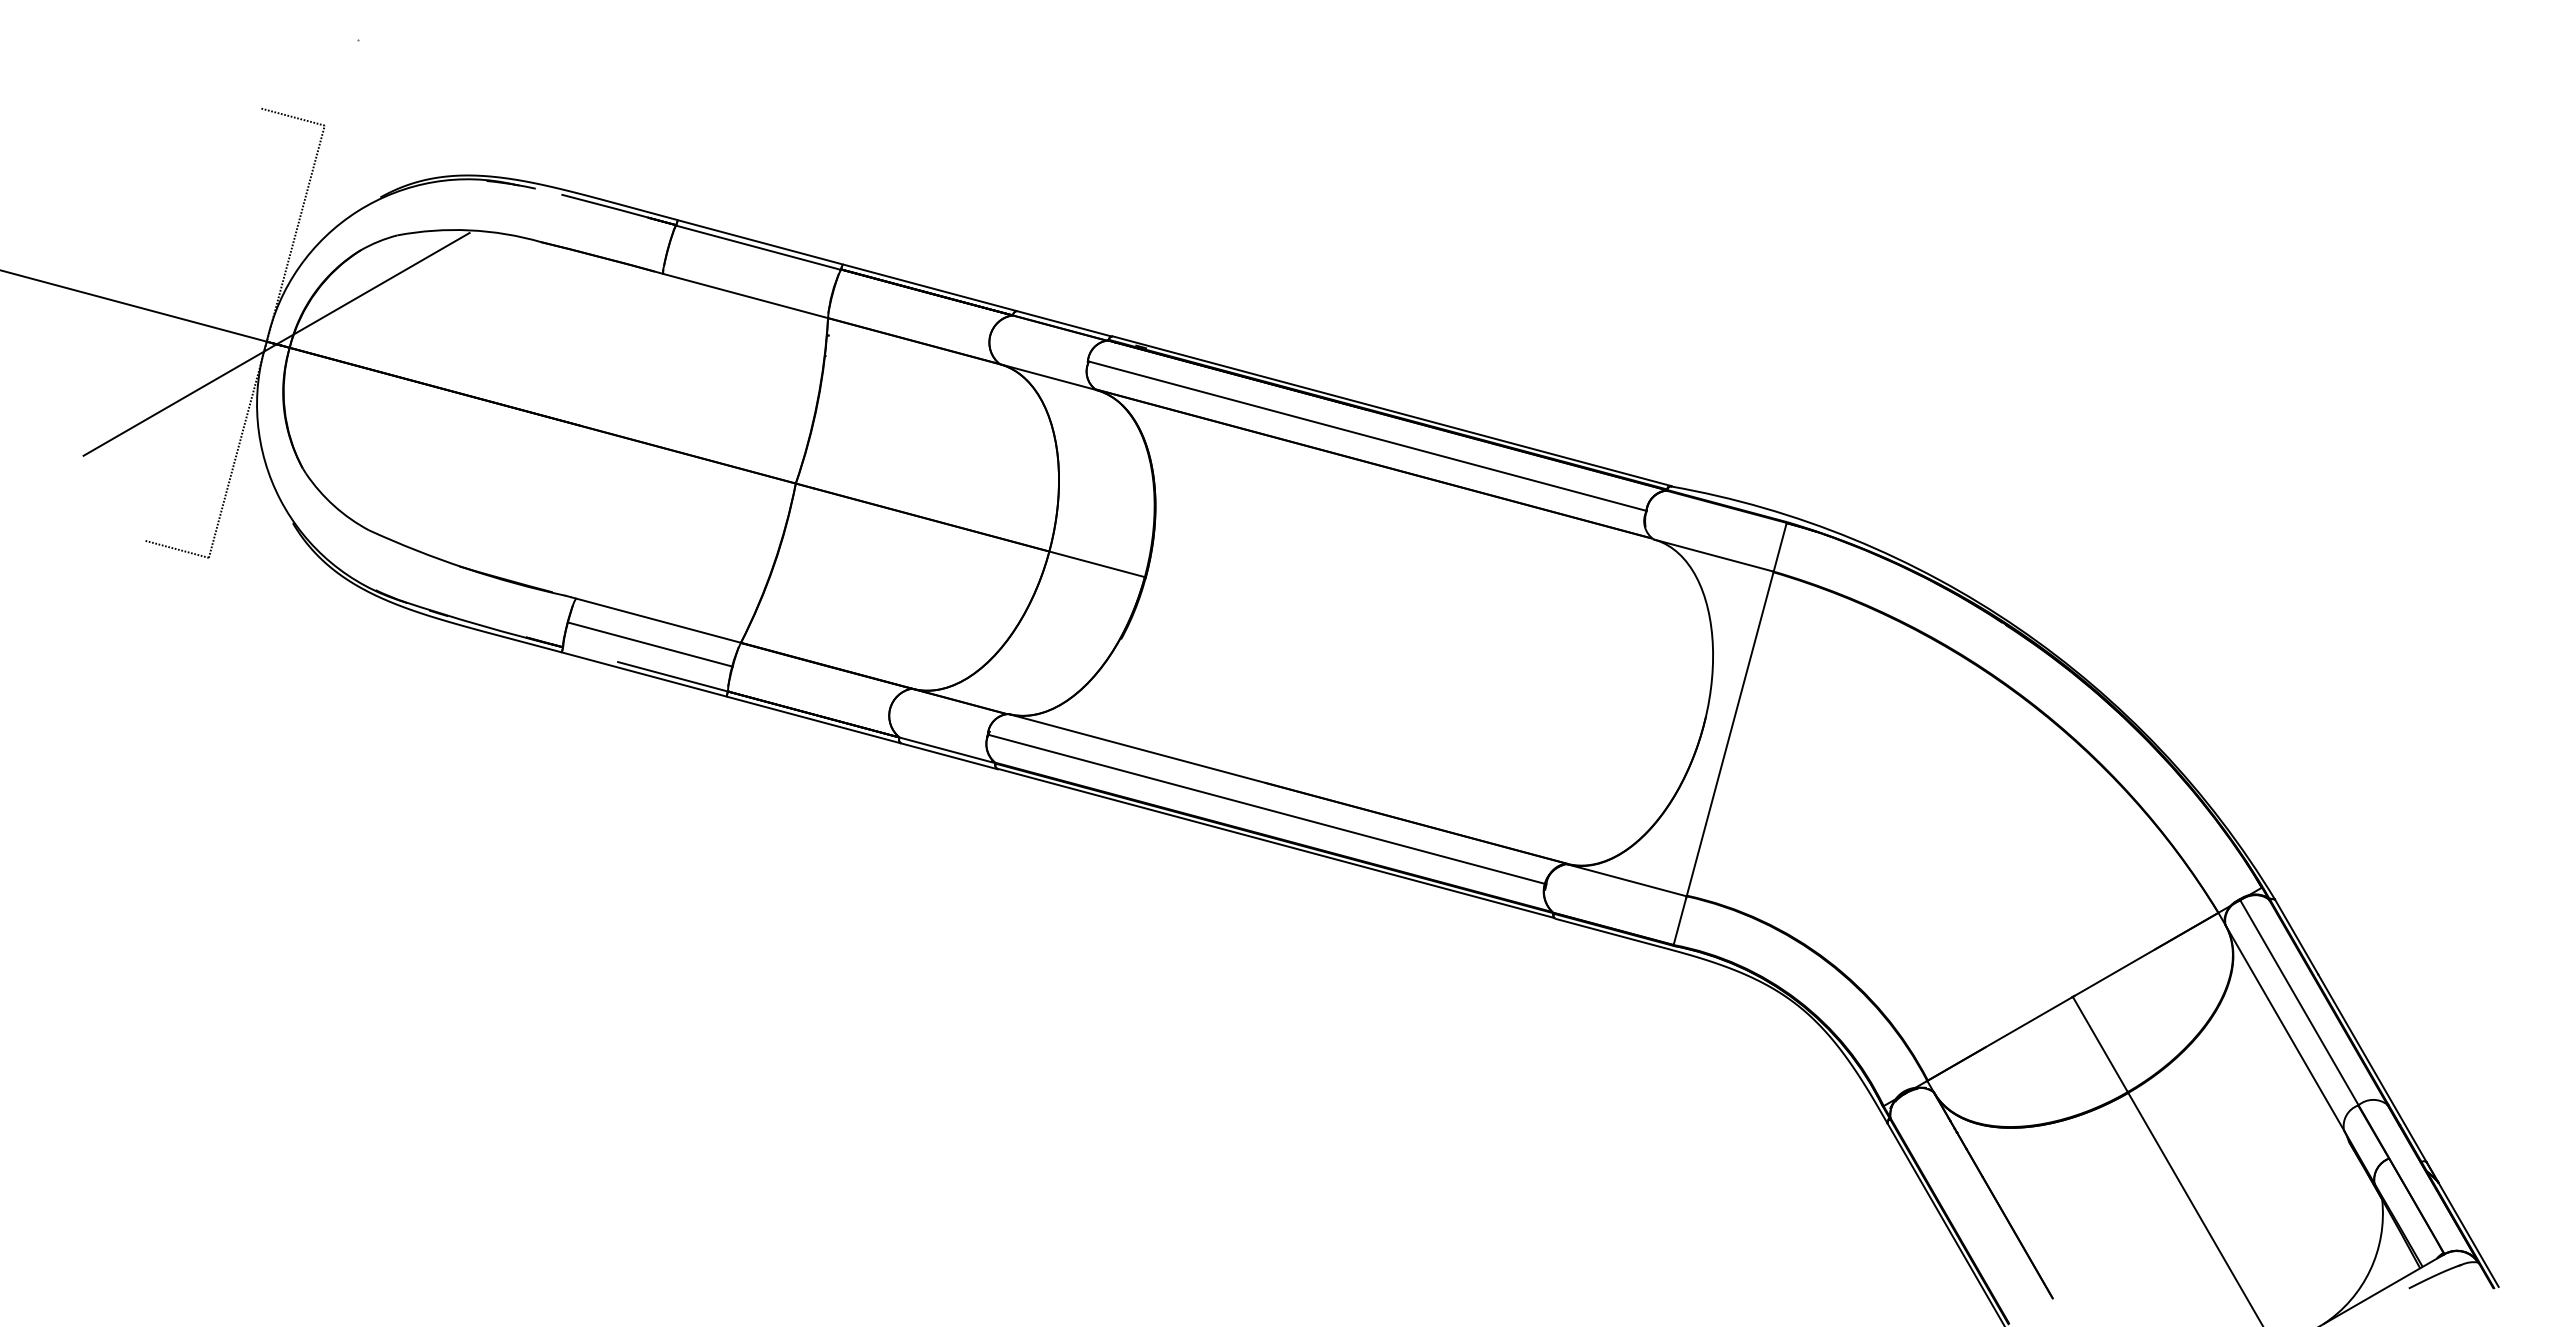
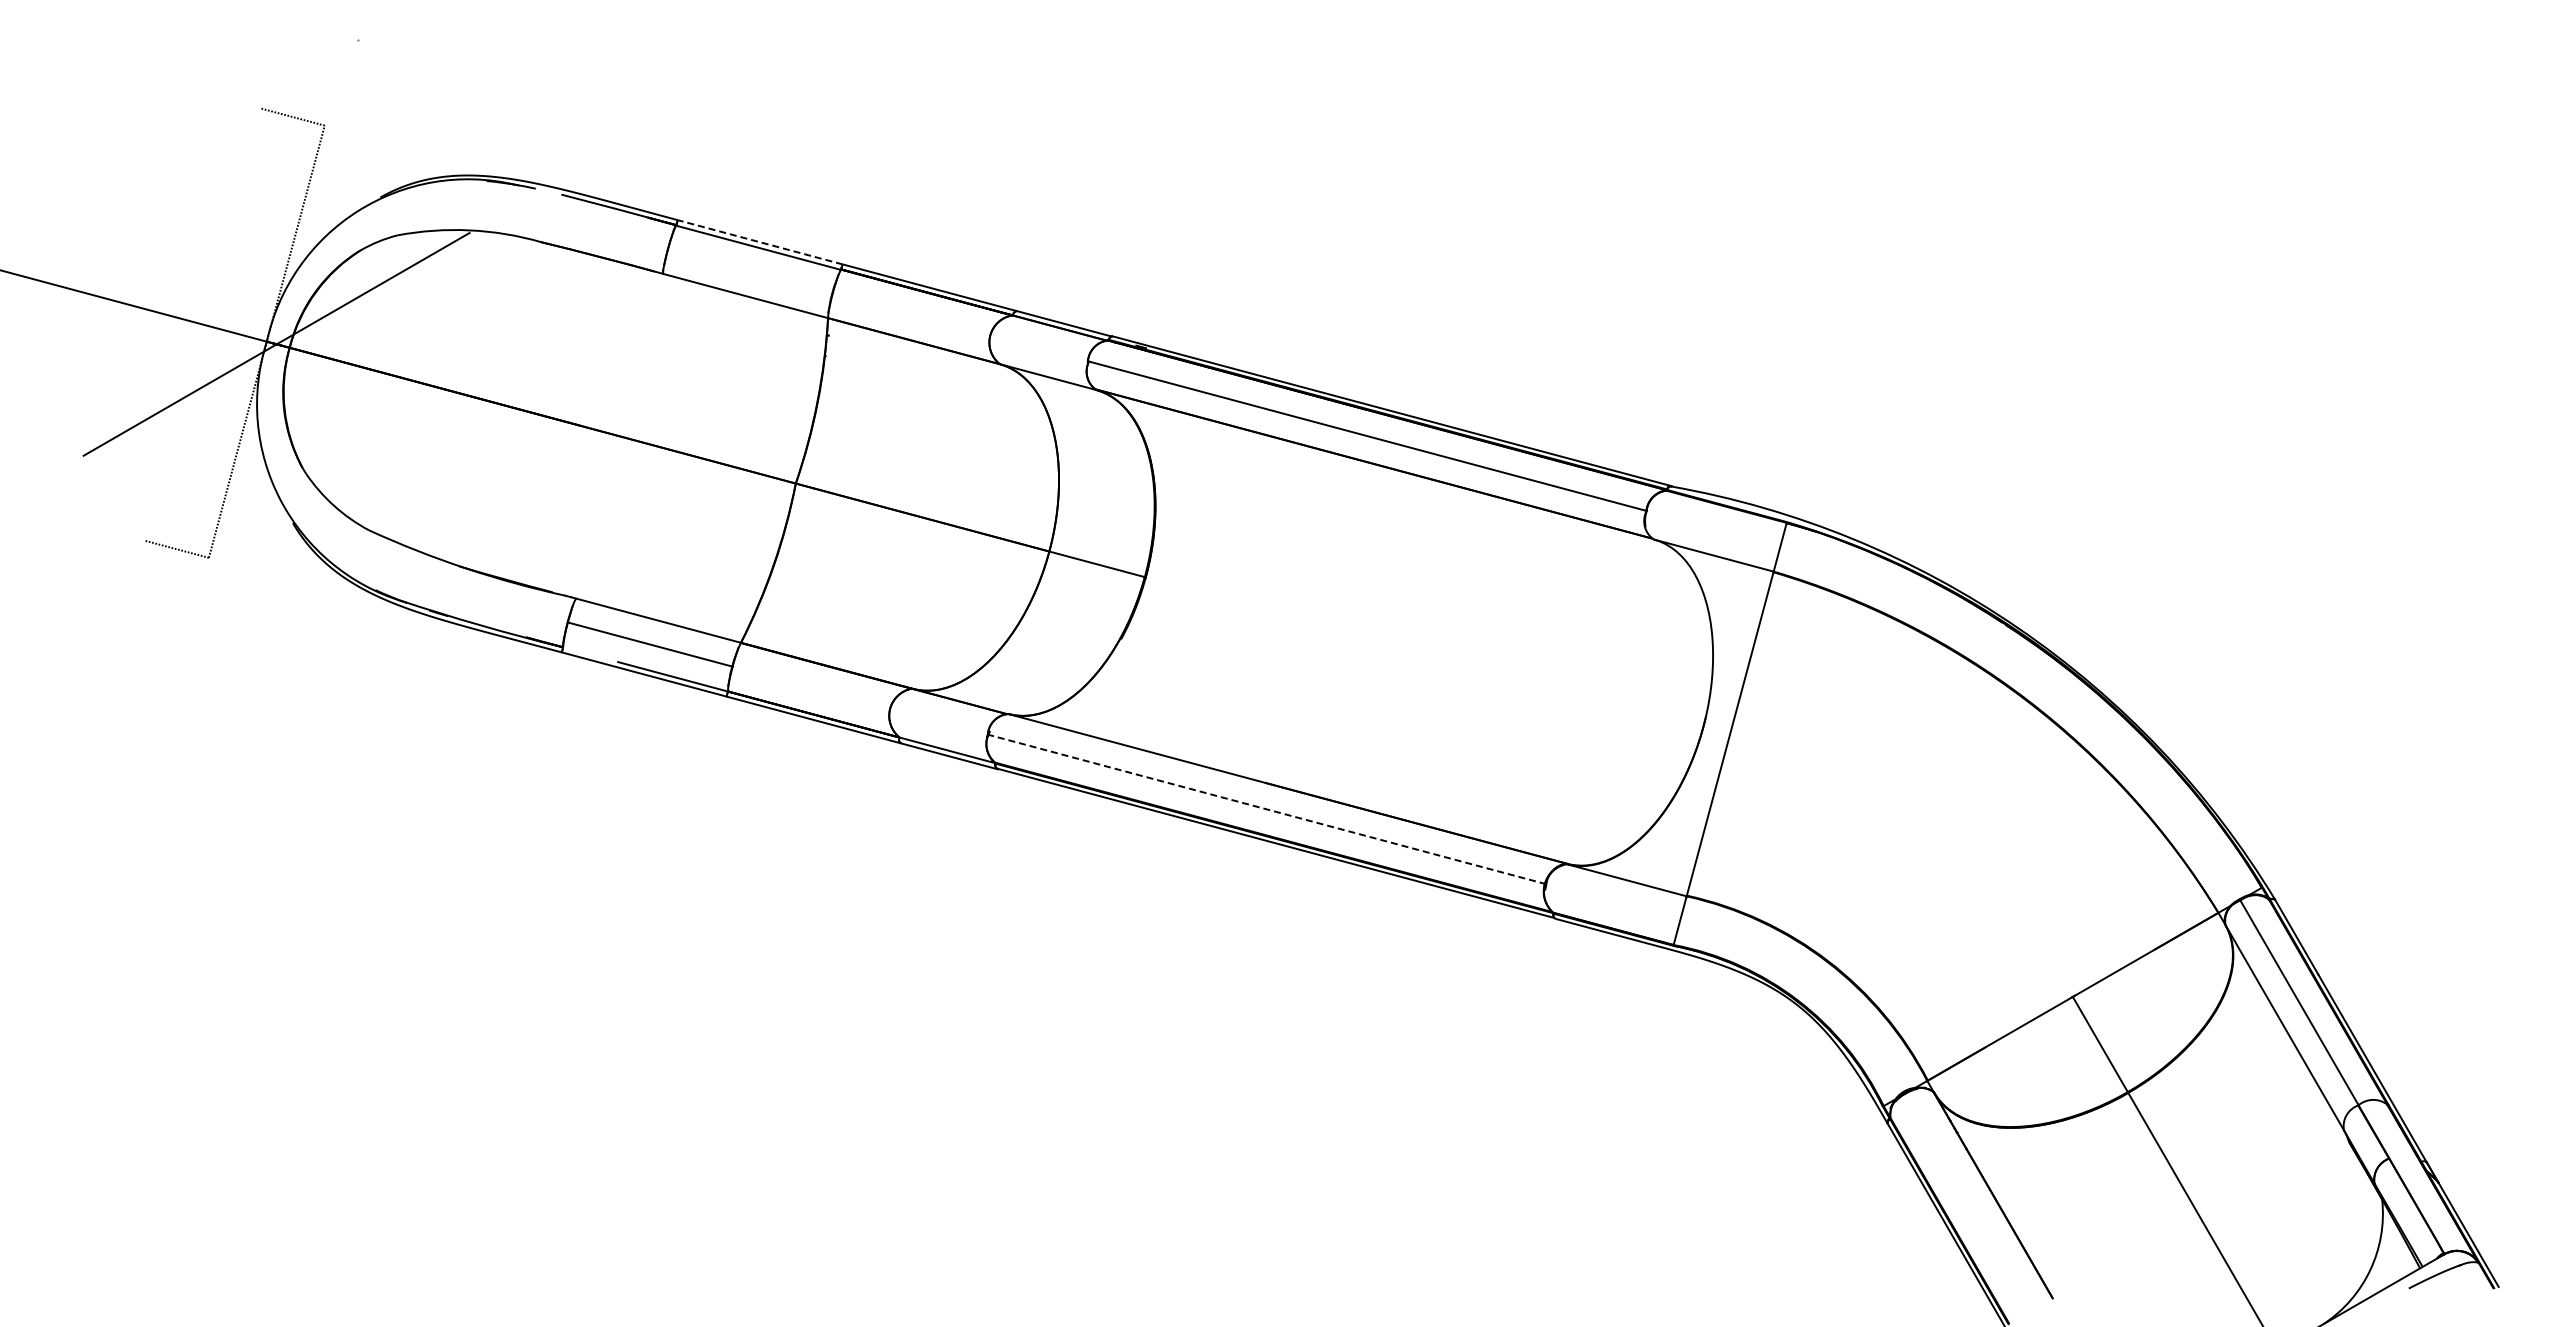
line at (759, 242): solid -> dashed
line at (1267, 809): solid -> dashed
